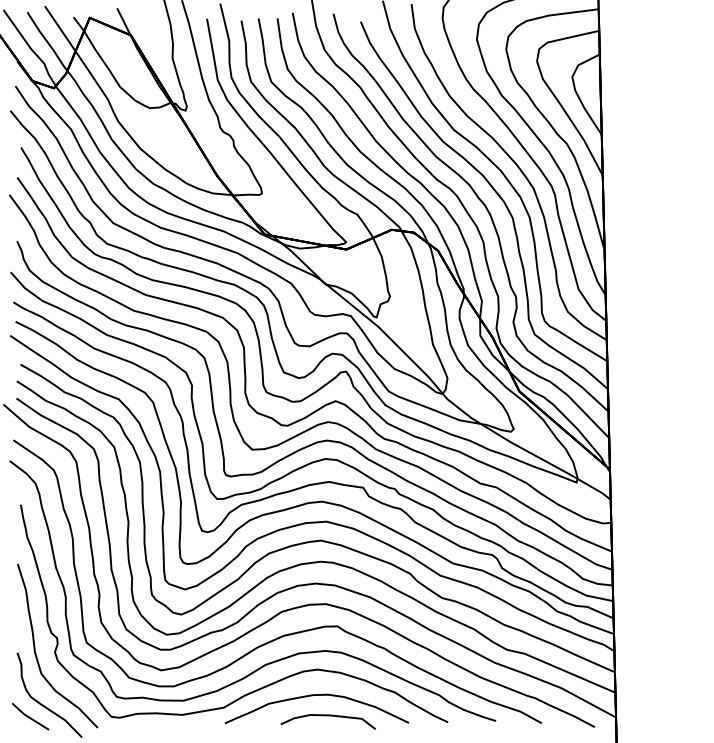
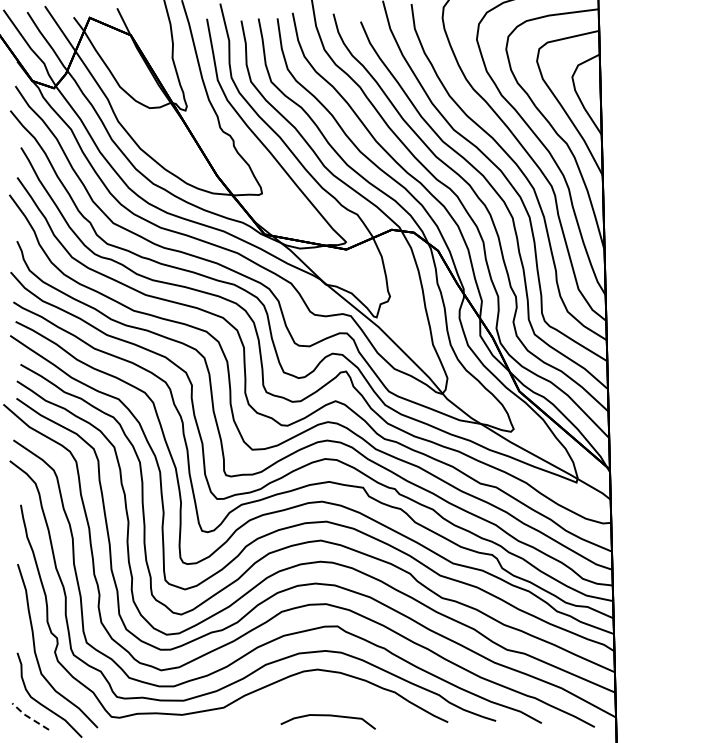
curve at (312, 696): present -> none
line at (29, 717): solid -> dashed
